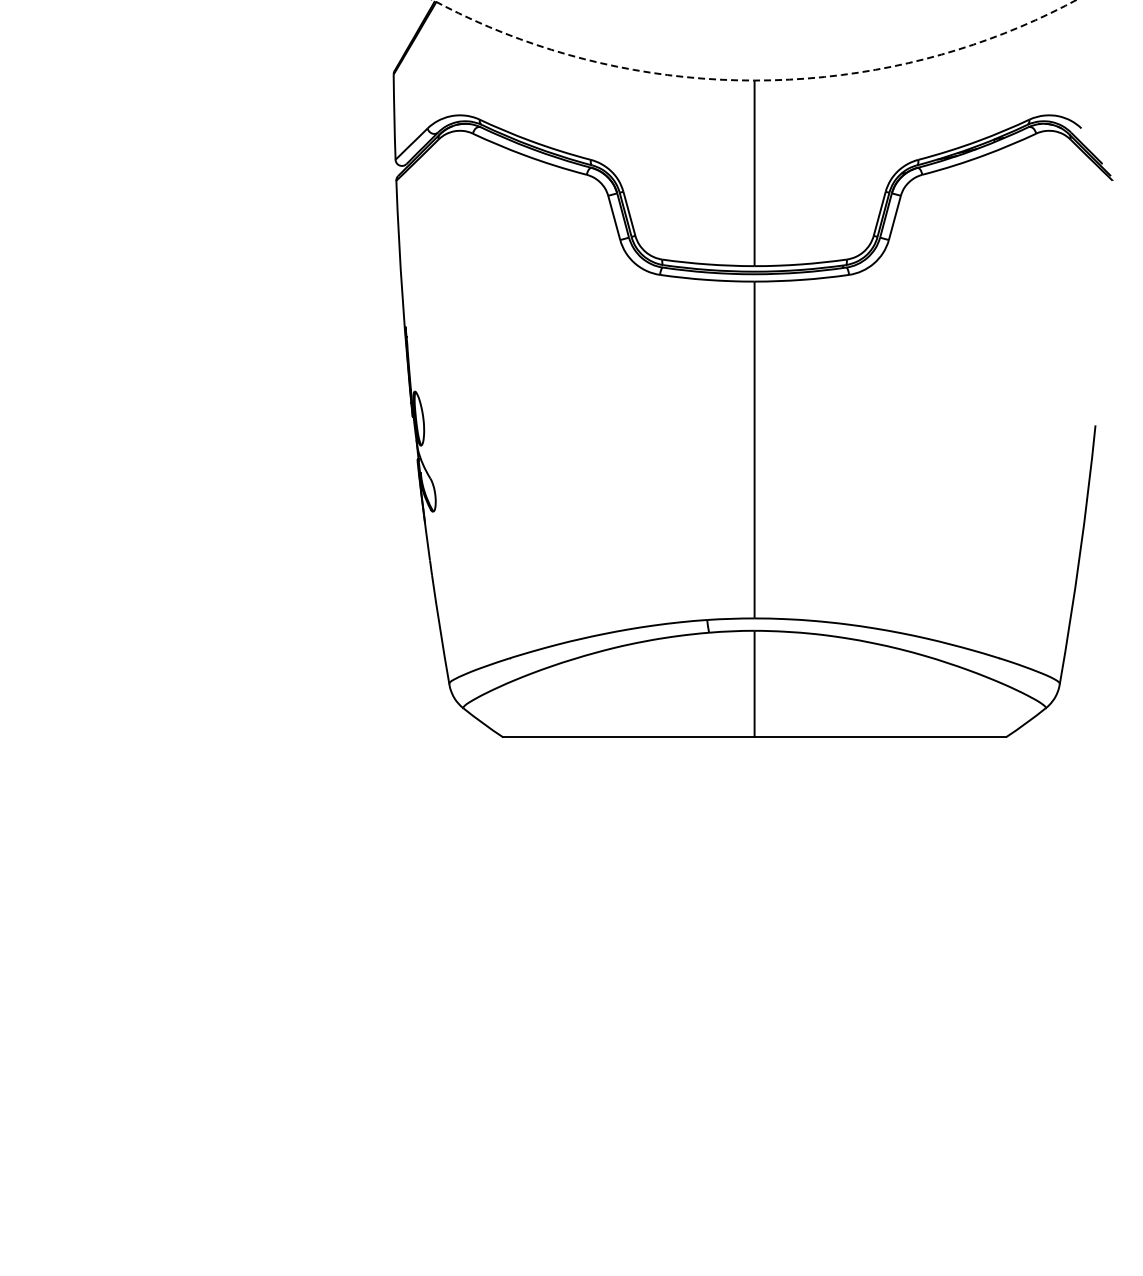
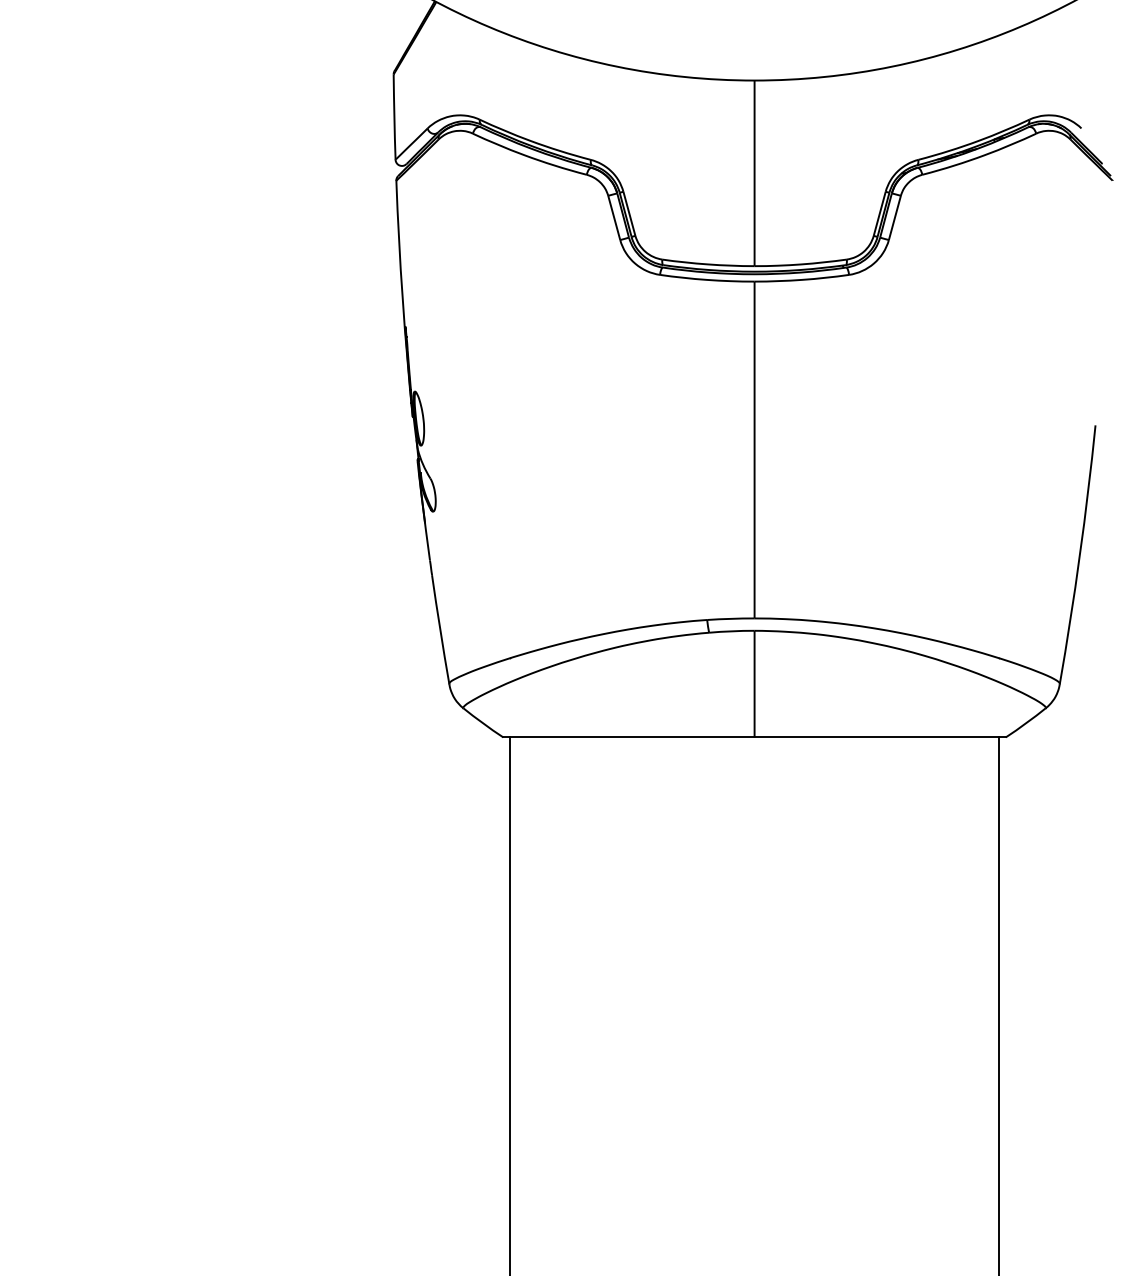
circle at (754, 40): dashed -> solid
line at (509, 1004): none -> present
line at (999, 1004): none -> present
